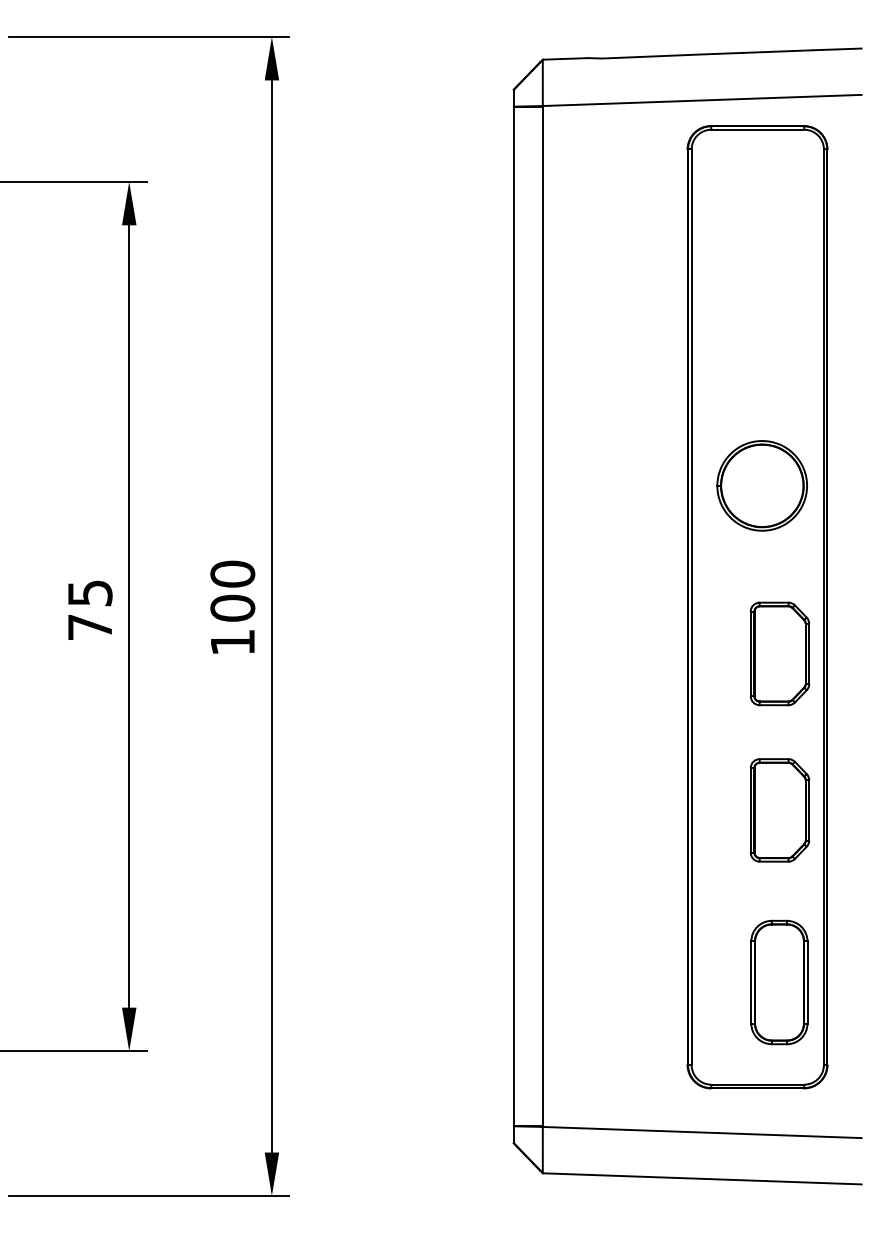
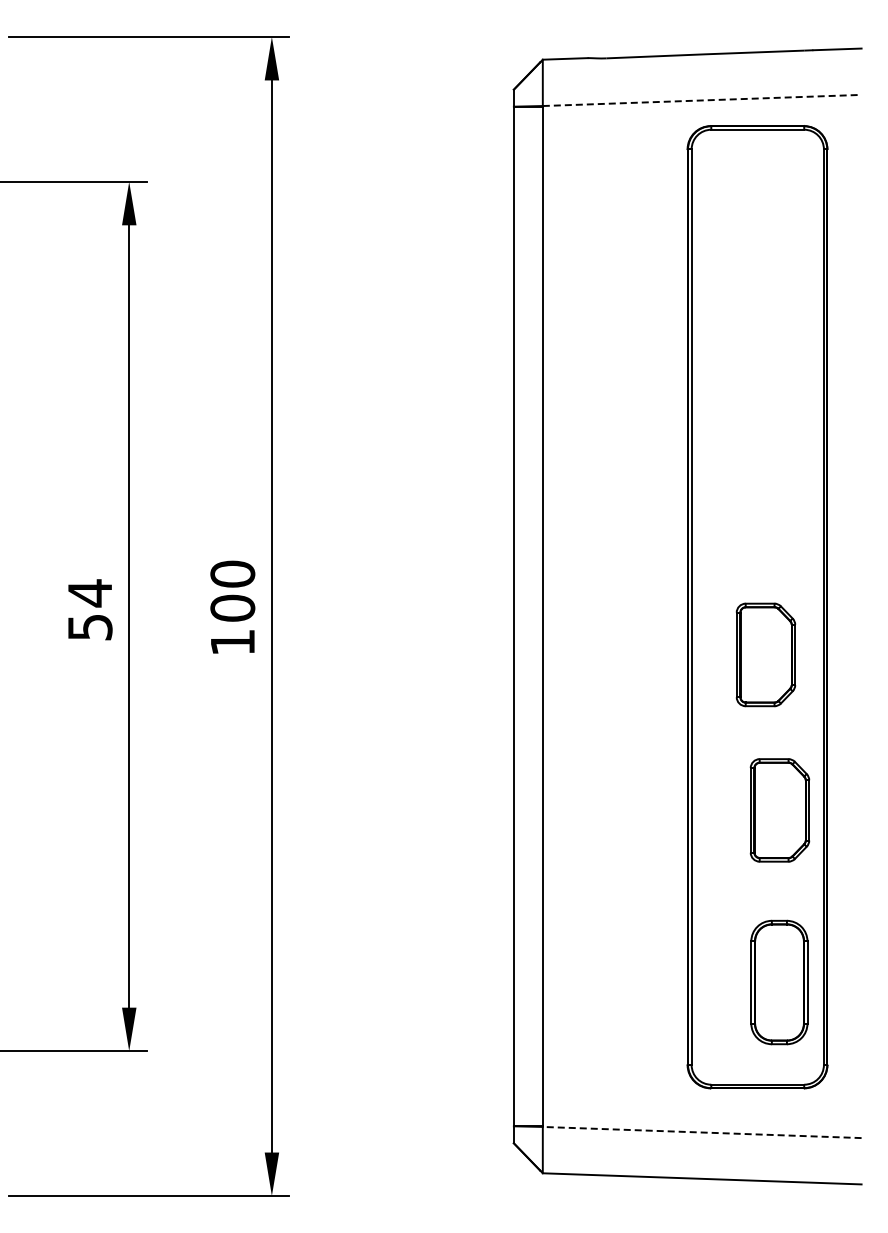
line at (702, 100): solid -> dashed
part at (761, 485): present -> none
text at (90, 609): 75 -> 54
part at (779, 653) position: (779, 653) -> (765, 654)
line at (701, 1132): solid -> dashed
